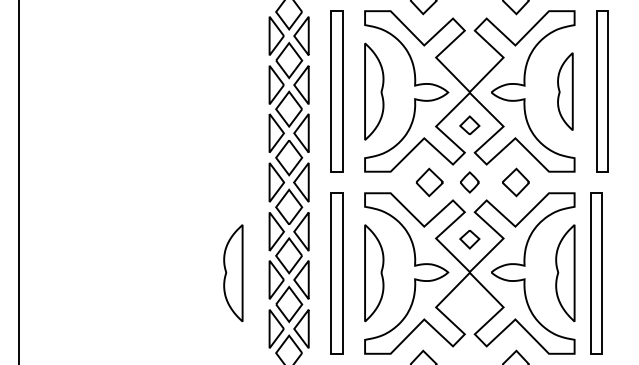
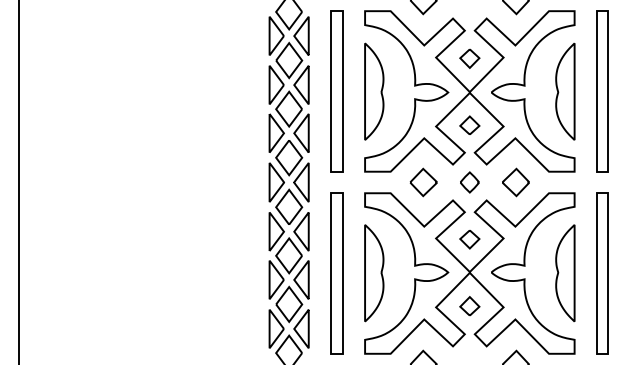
part at (469, 58): none -> present
part at (565, 91) size: 17x79 px -> 21x99 px
part at (429, 182) position: (429, 182) -> (423, 182)
part at (233, 272): present -> none
part at (596, 273) position: (596, 273) -> (602, 273)
part at (469, 306): none -> present
